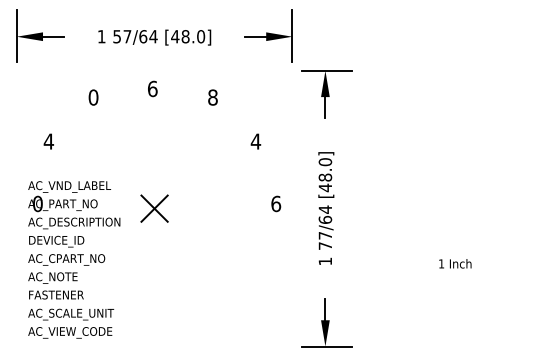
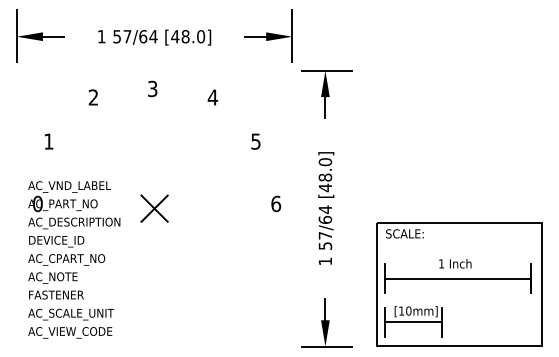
text at (152, 88): 6 -> 3
text at (93, 97): 0 -> 2
text at (212, 97): 8 -> 4
text at (48, 141): 4 -> 1
text at (255, 141): 4 -> 5
text at (325, 245): 77/64 -> 57/64
part at (459, 284): none -> present
